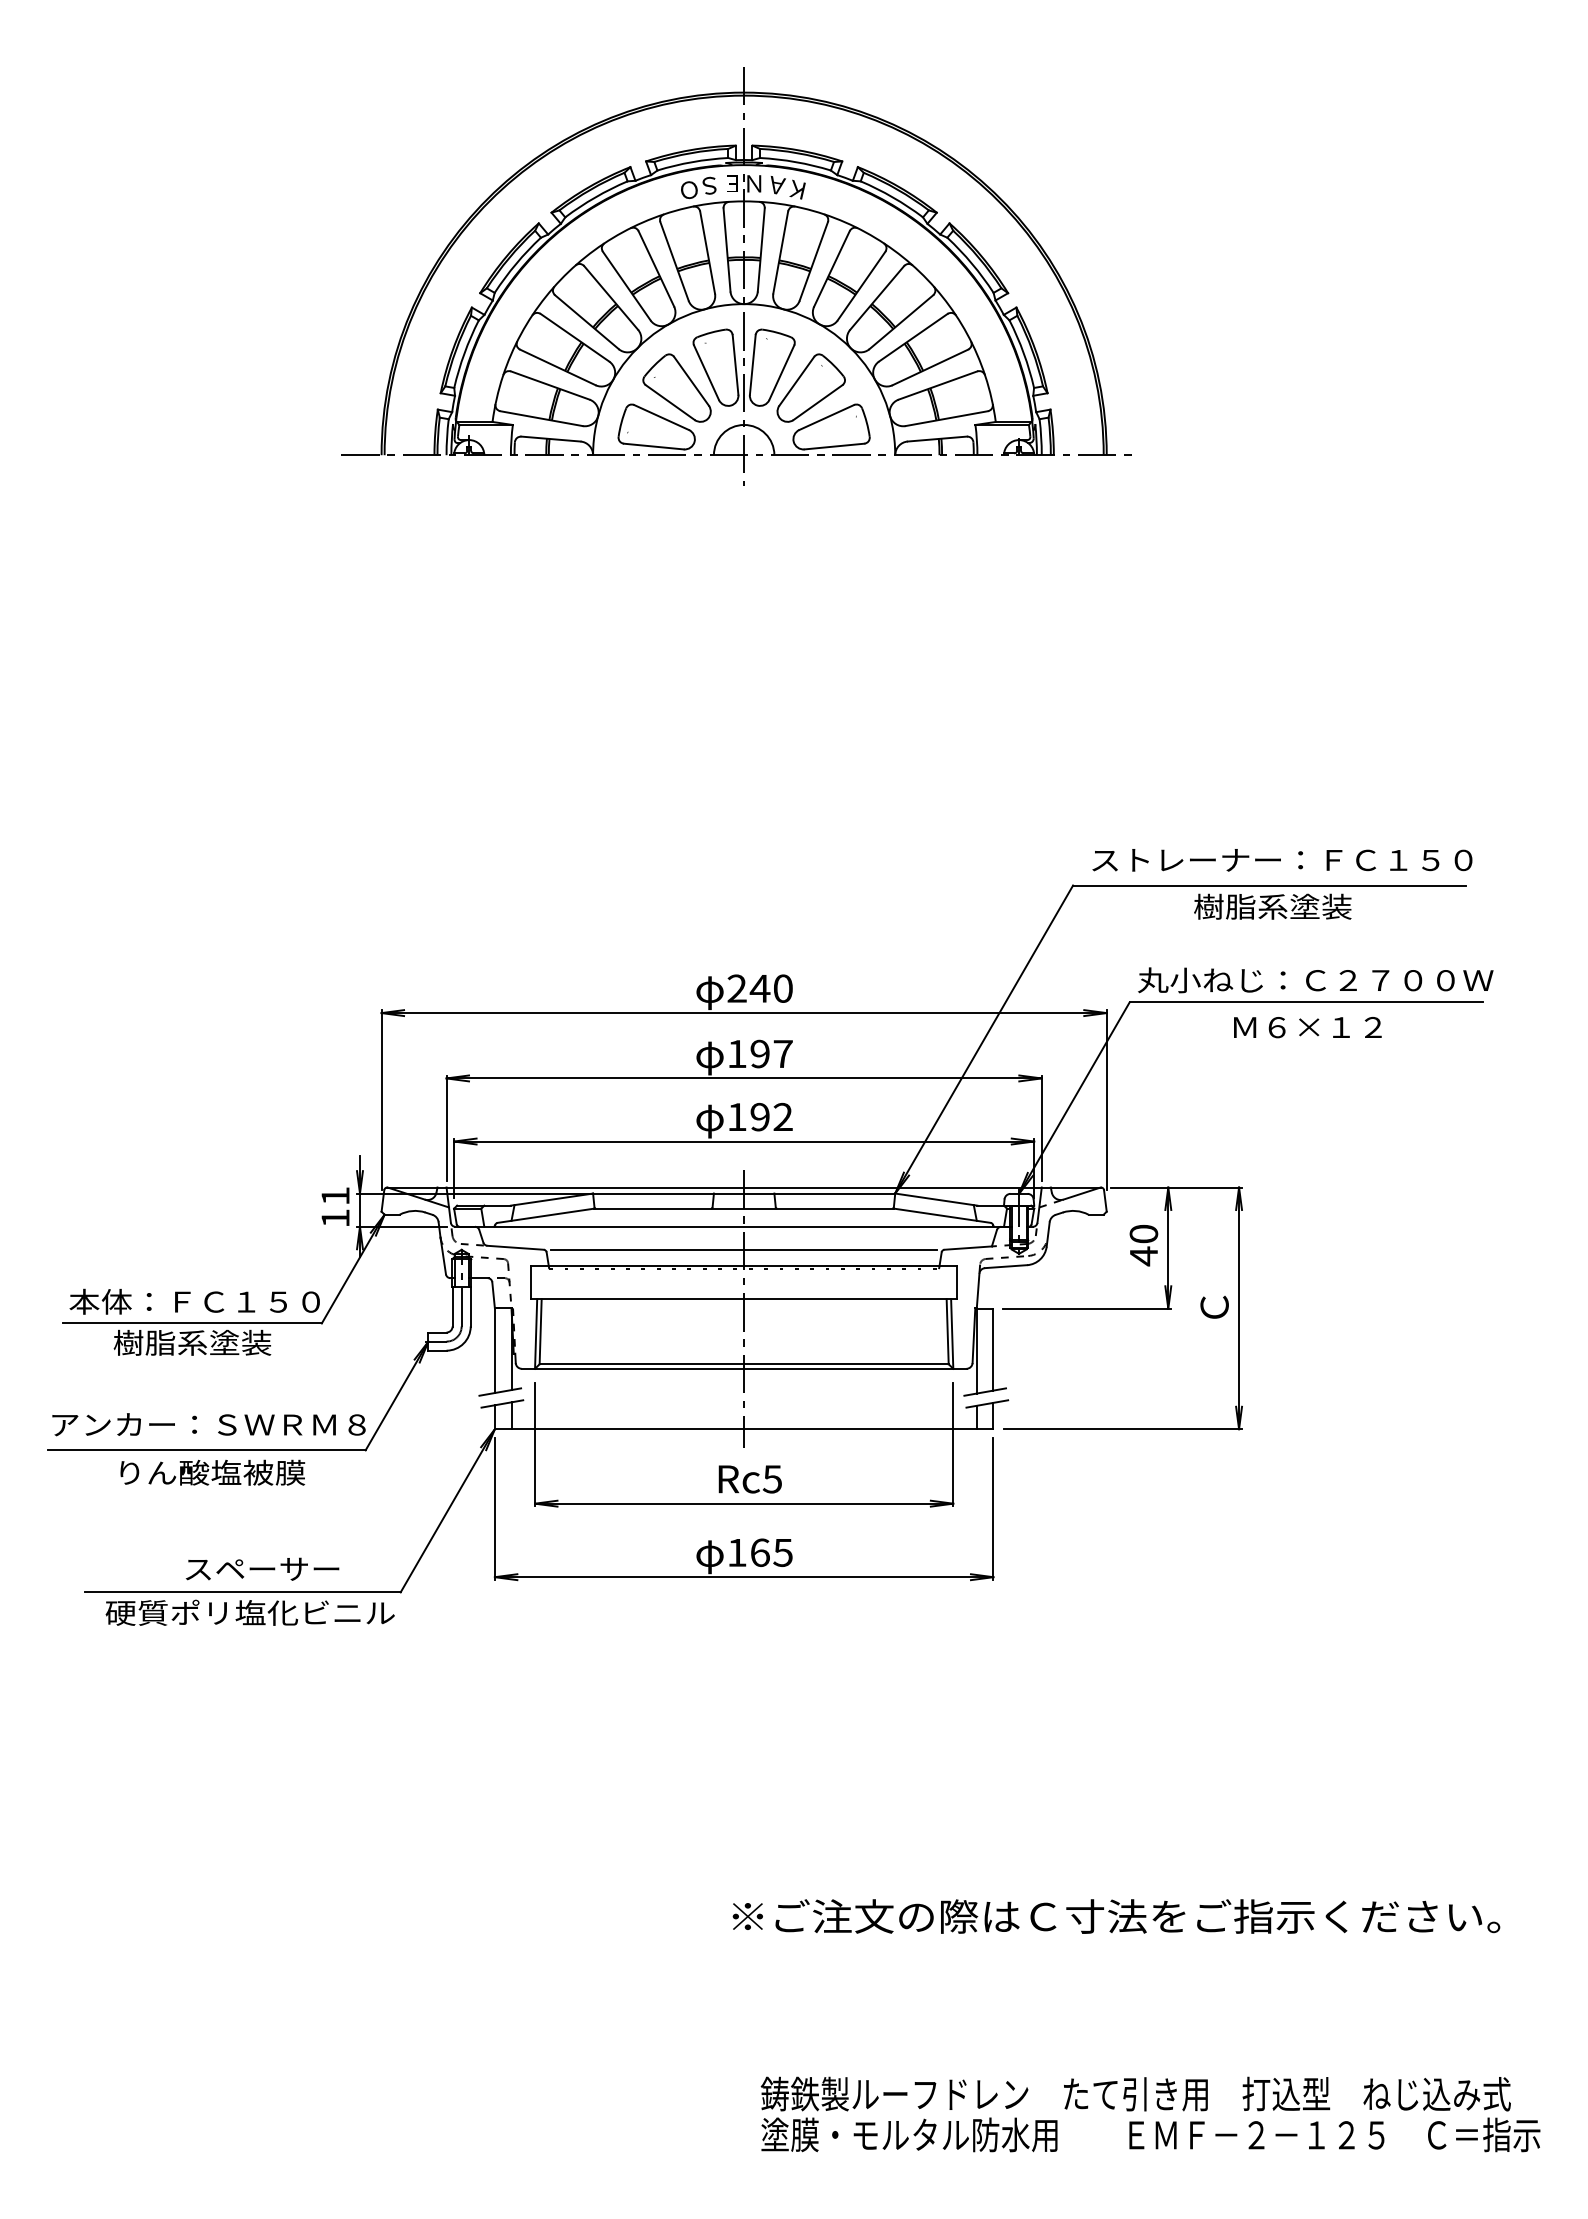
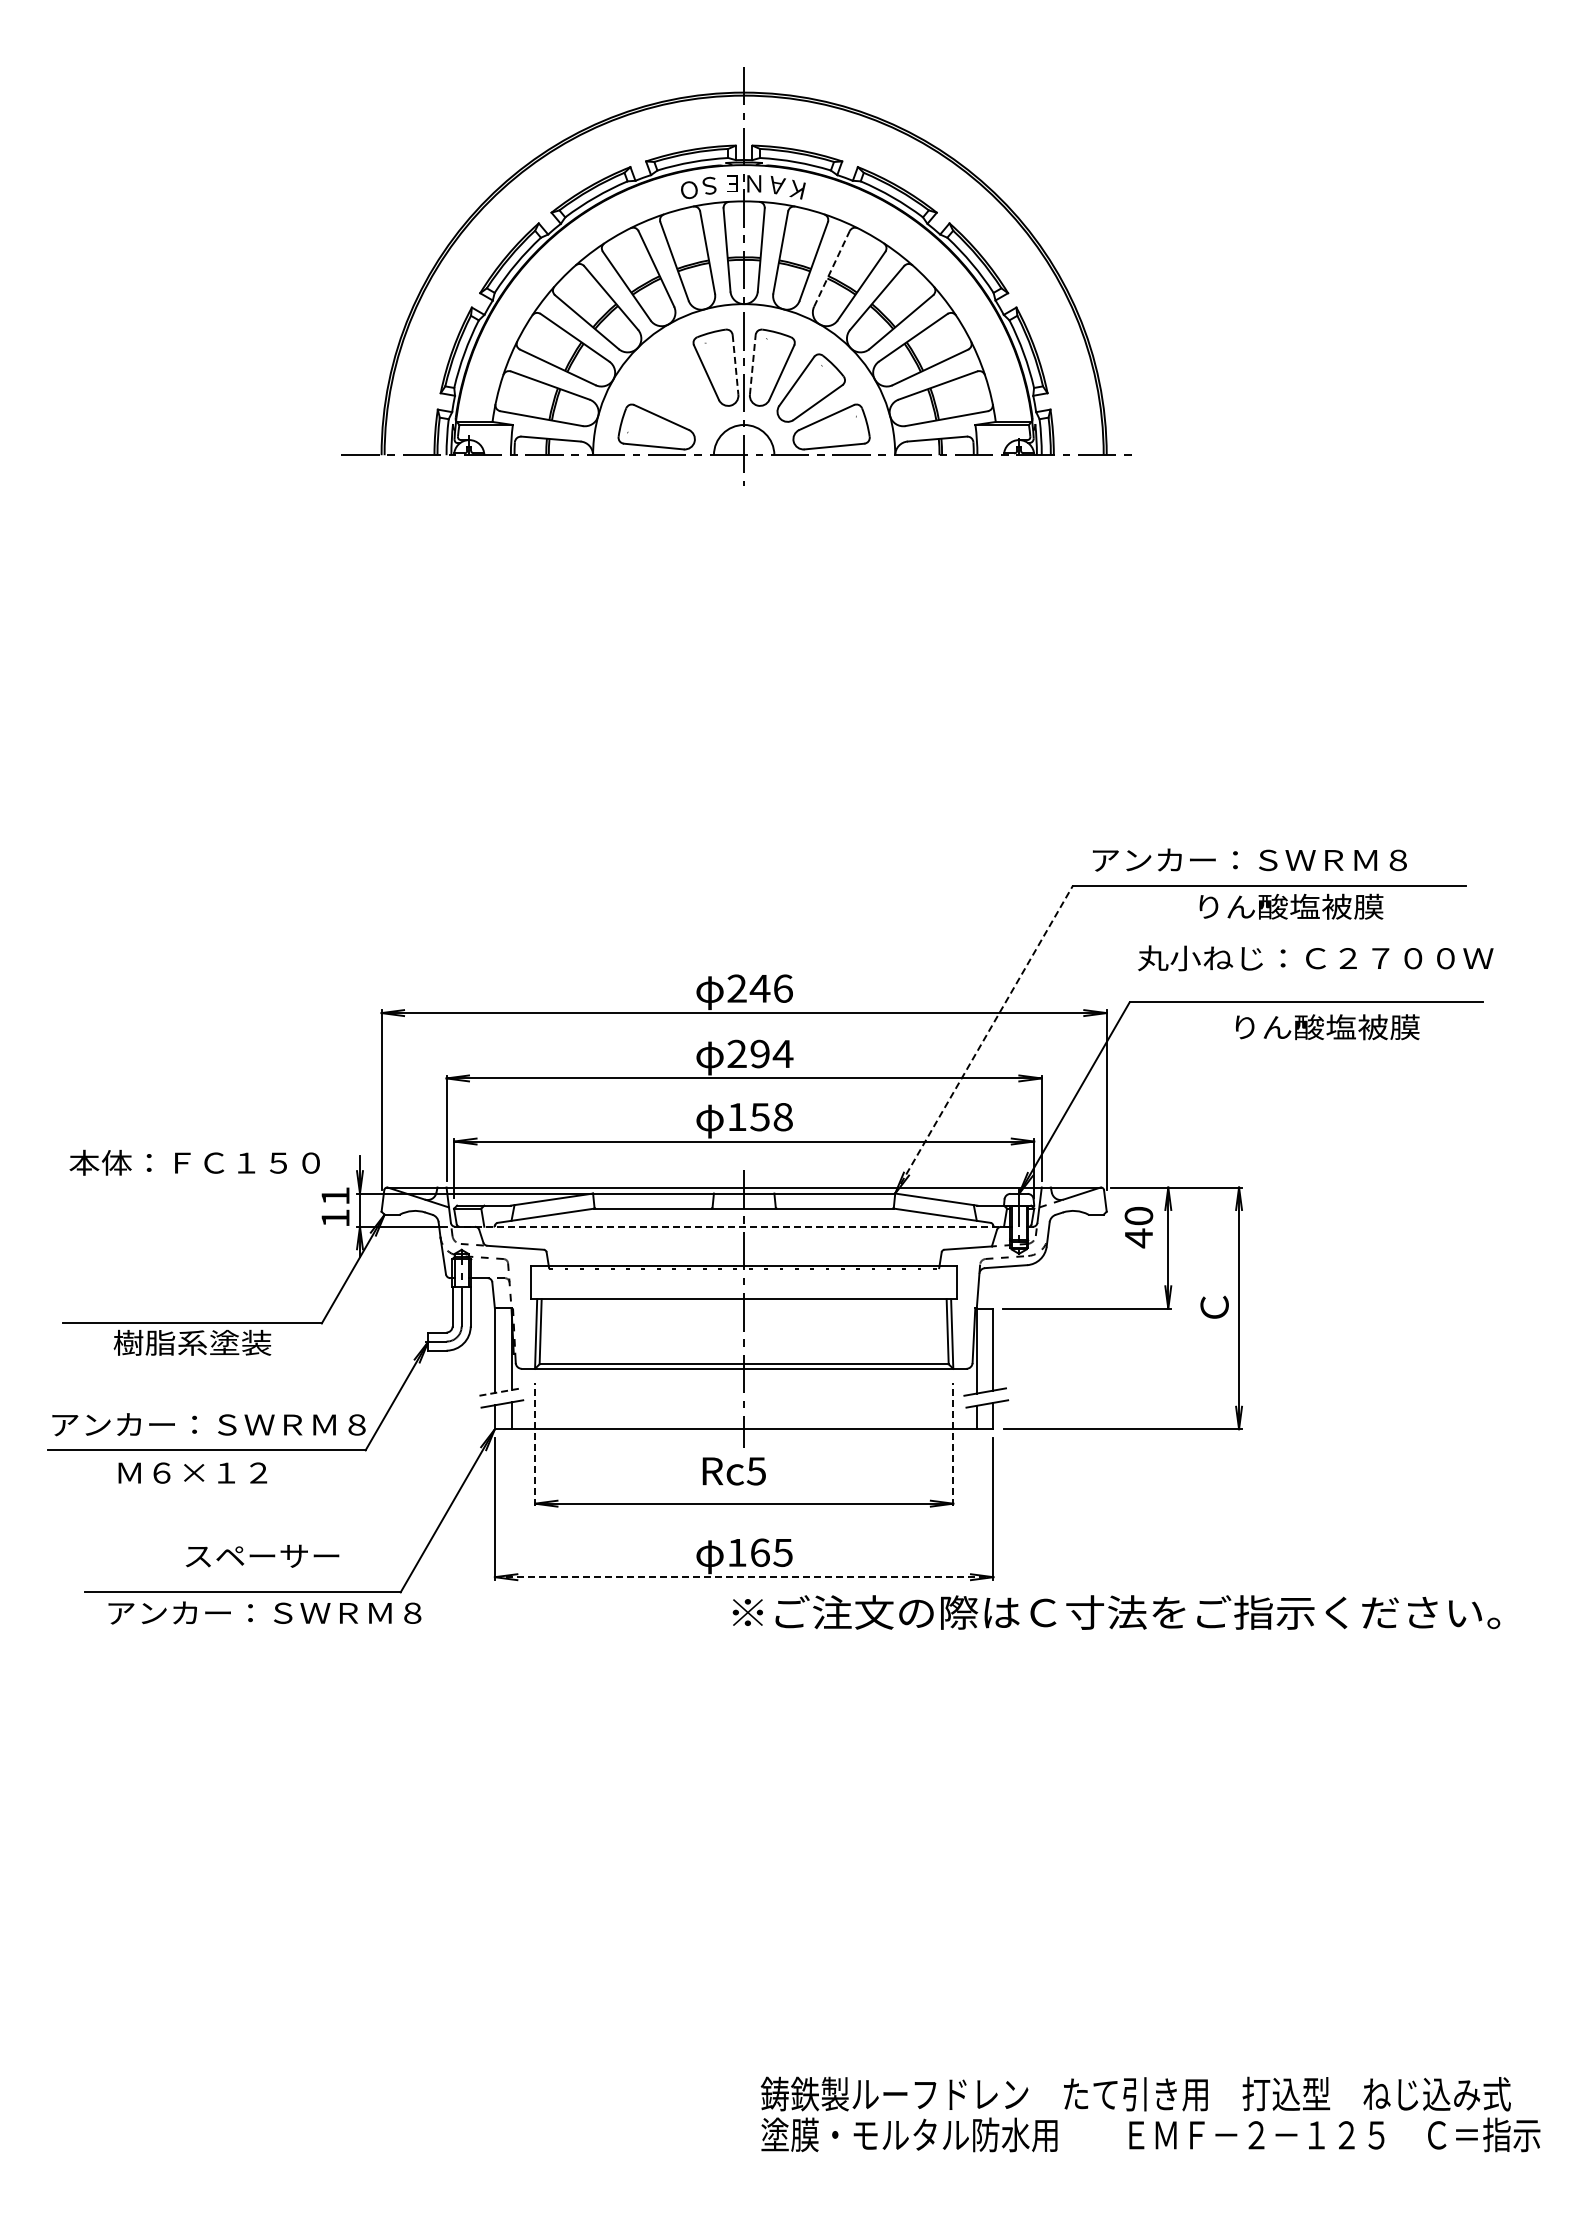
line at (831, 268): solid -> dashed
line at (735, 364): solid -> dashed
line at (752, 364): solid -> dashed
part at (676, 387): present -> none
text at (1282, 859): ストレーナー：ＦＣ１５０ -> アンカー：ＳＷＲＭ８
text at (1288, 906): 樹脂系塗装 -> りん酸塩被膜
text at (1315, 980) position: (1315, 980) -> (1315, 958)
text at (783, 988): 240 -> 246
text at (1326, 1027): Ｍ６×１２ -> りん酸塩被膜
line at (984, 1039): solid -> dashed
text at (760, 1053): 197 -> 294
text at (771, 1116): 192 -> 158
line at (734, 1226): solid -> dashed
text at (1143, 1245) position: (1143, 1245) -> (1138, 1227)
line at (743, 1249): present -> none
text at (194, 1301) position: (194, 1301) -> (194, 1162)
line at (500, 1391): solid -> dashed
line at (535, 1444): solid -> dashed
line at (953, 1444): solid -> dashed
text at (211, 1472): りん酸塩被膜 -> Ｍ６×１２
text at (749, 1479) position: (749, 1479) -> (733, 1471)
text at (262, 1568) position: (262, 1568) -> (262, 1555)
line at (744, 1577): solid -> dashed
text at (263, 1612): 硬質ポリ塩化ビニル -> アンカー：ＳＷＲＭ８
text at (1116, 1916) position: (1116, 1916) -> (1116, 1612)
